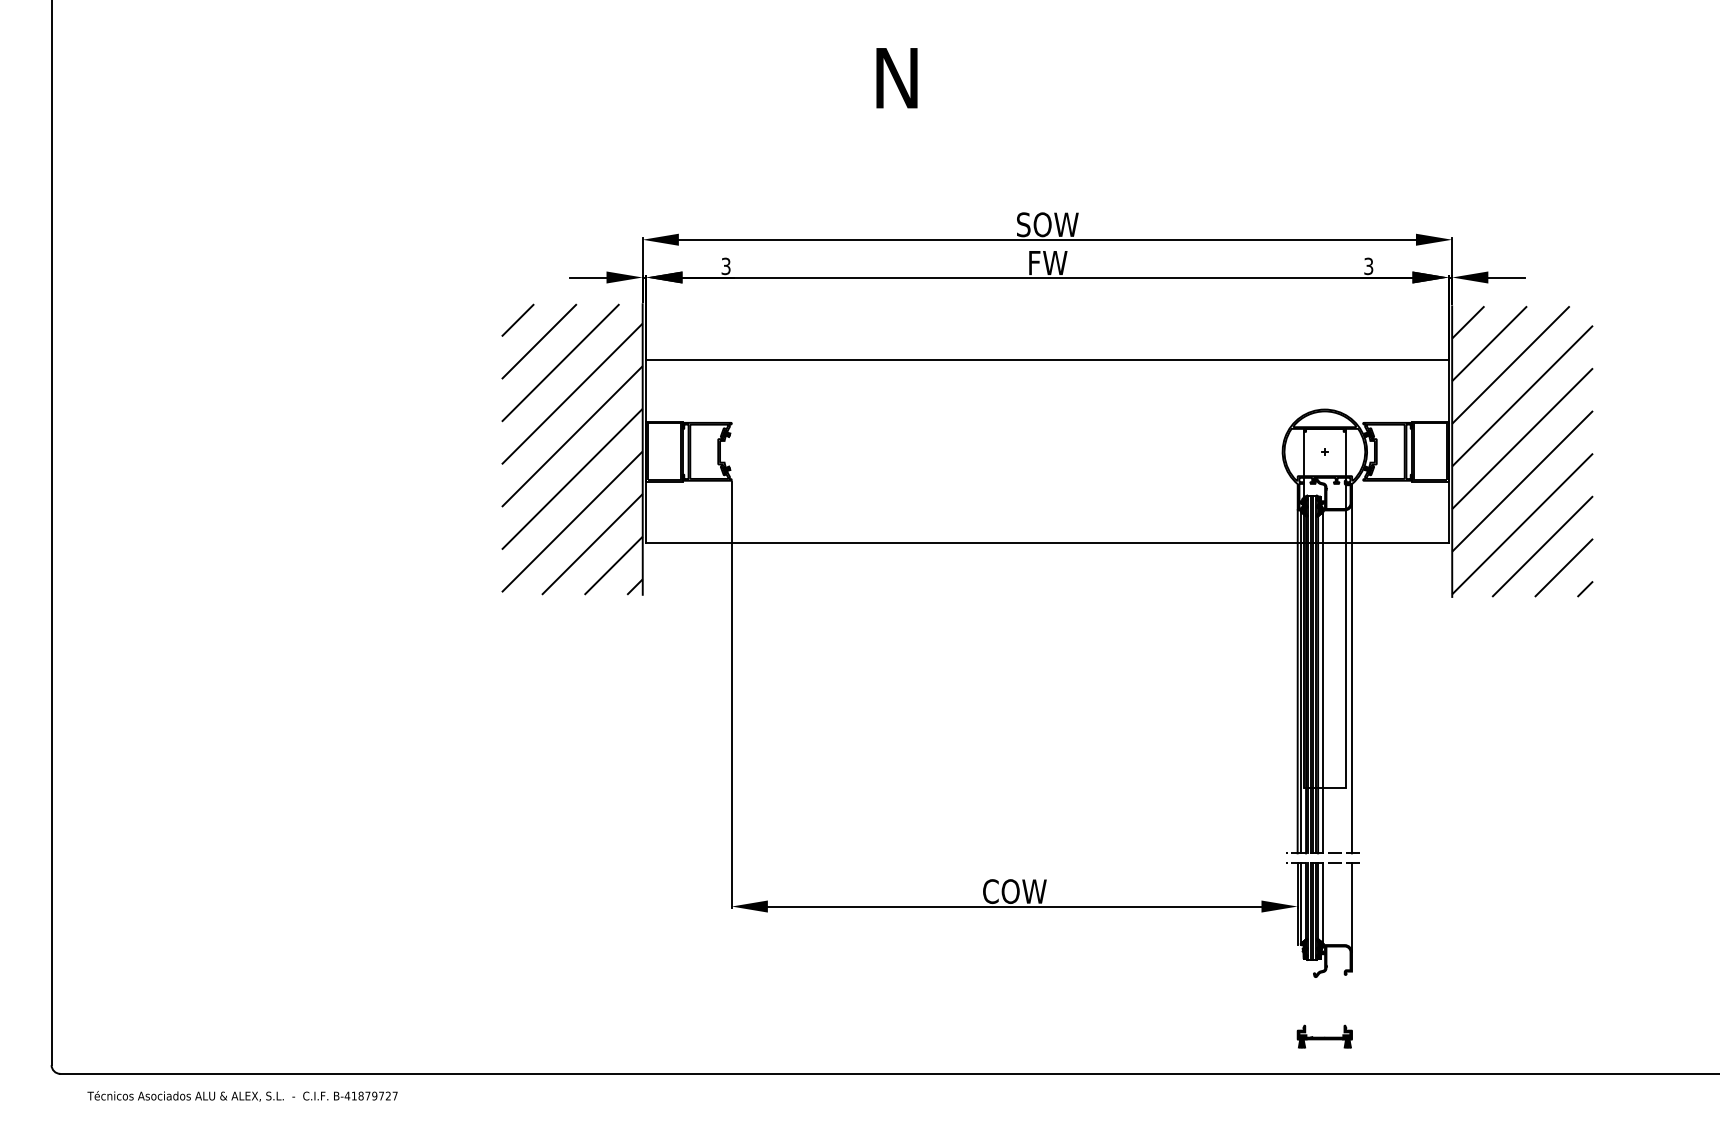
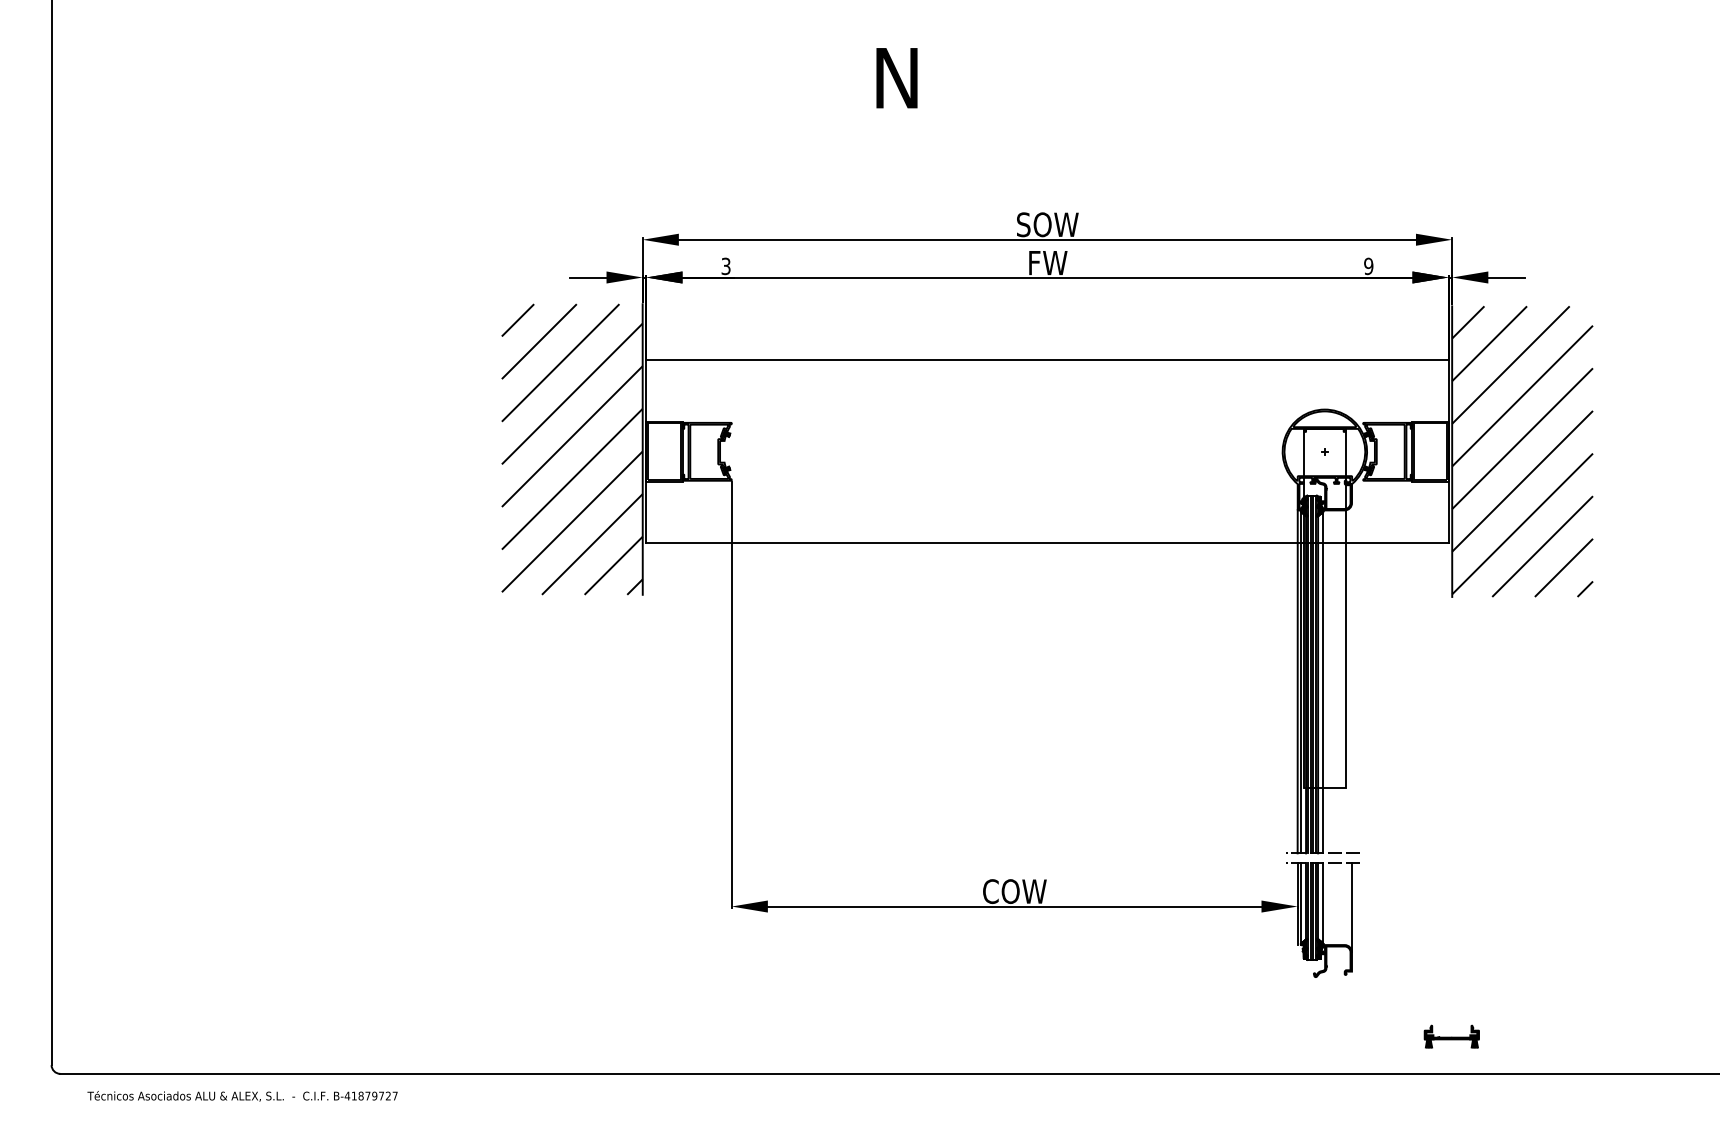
text at (1368, 265): 3 -> 9
line at (1351, 678): present -> none
part at (1324, 1036) position: (1324, 1036) -> (1451, 1036)
